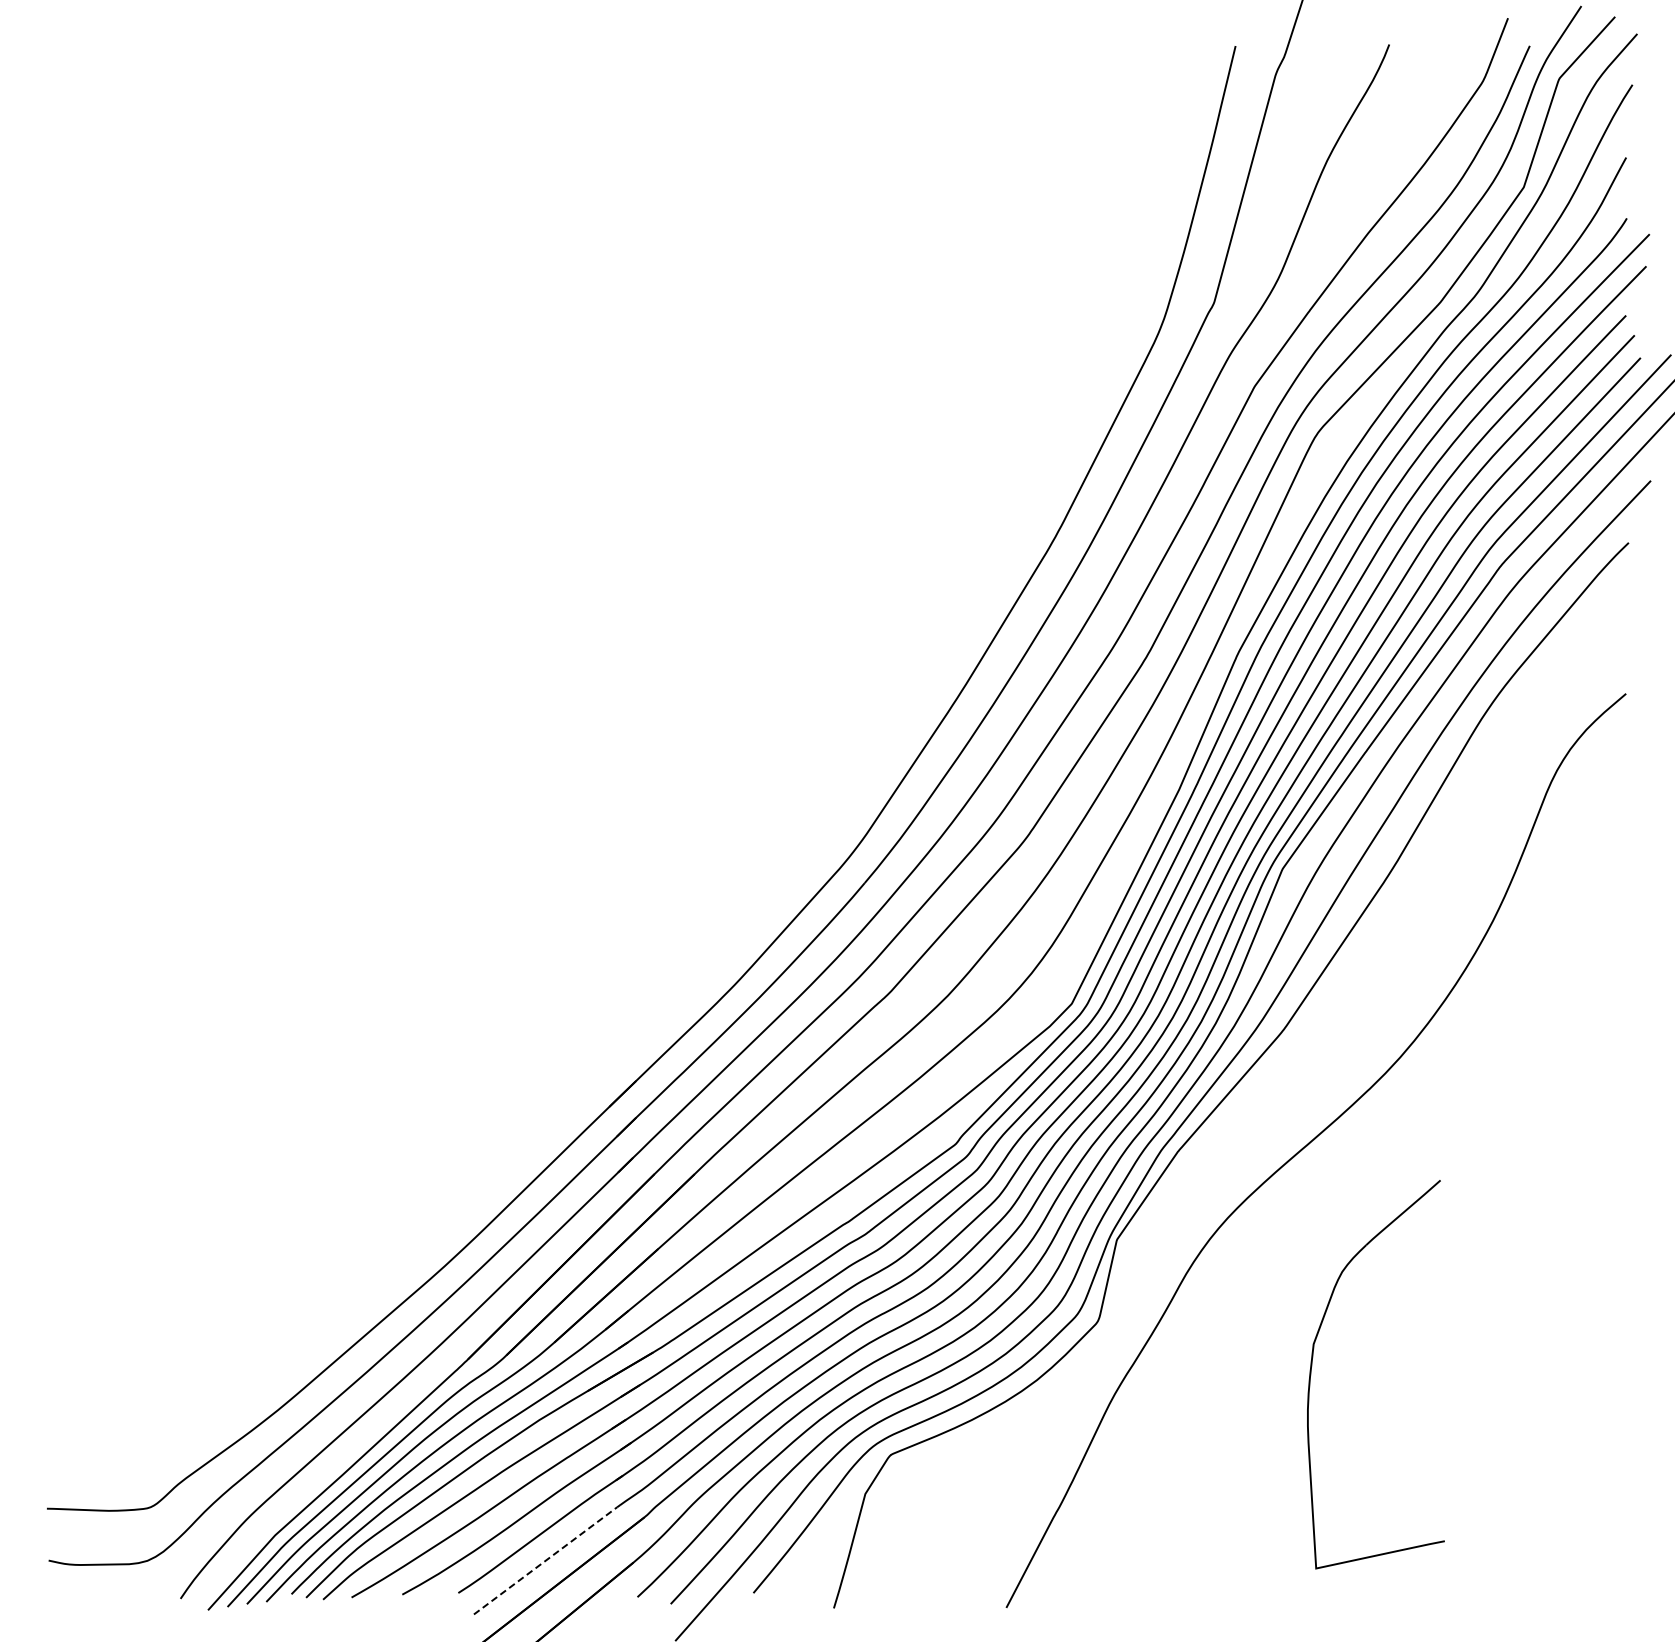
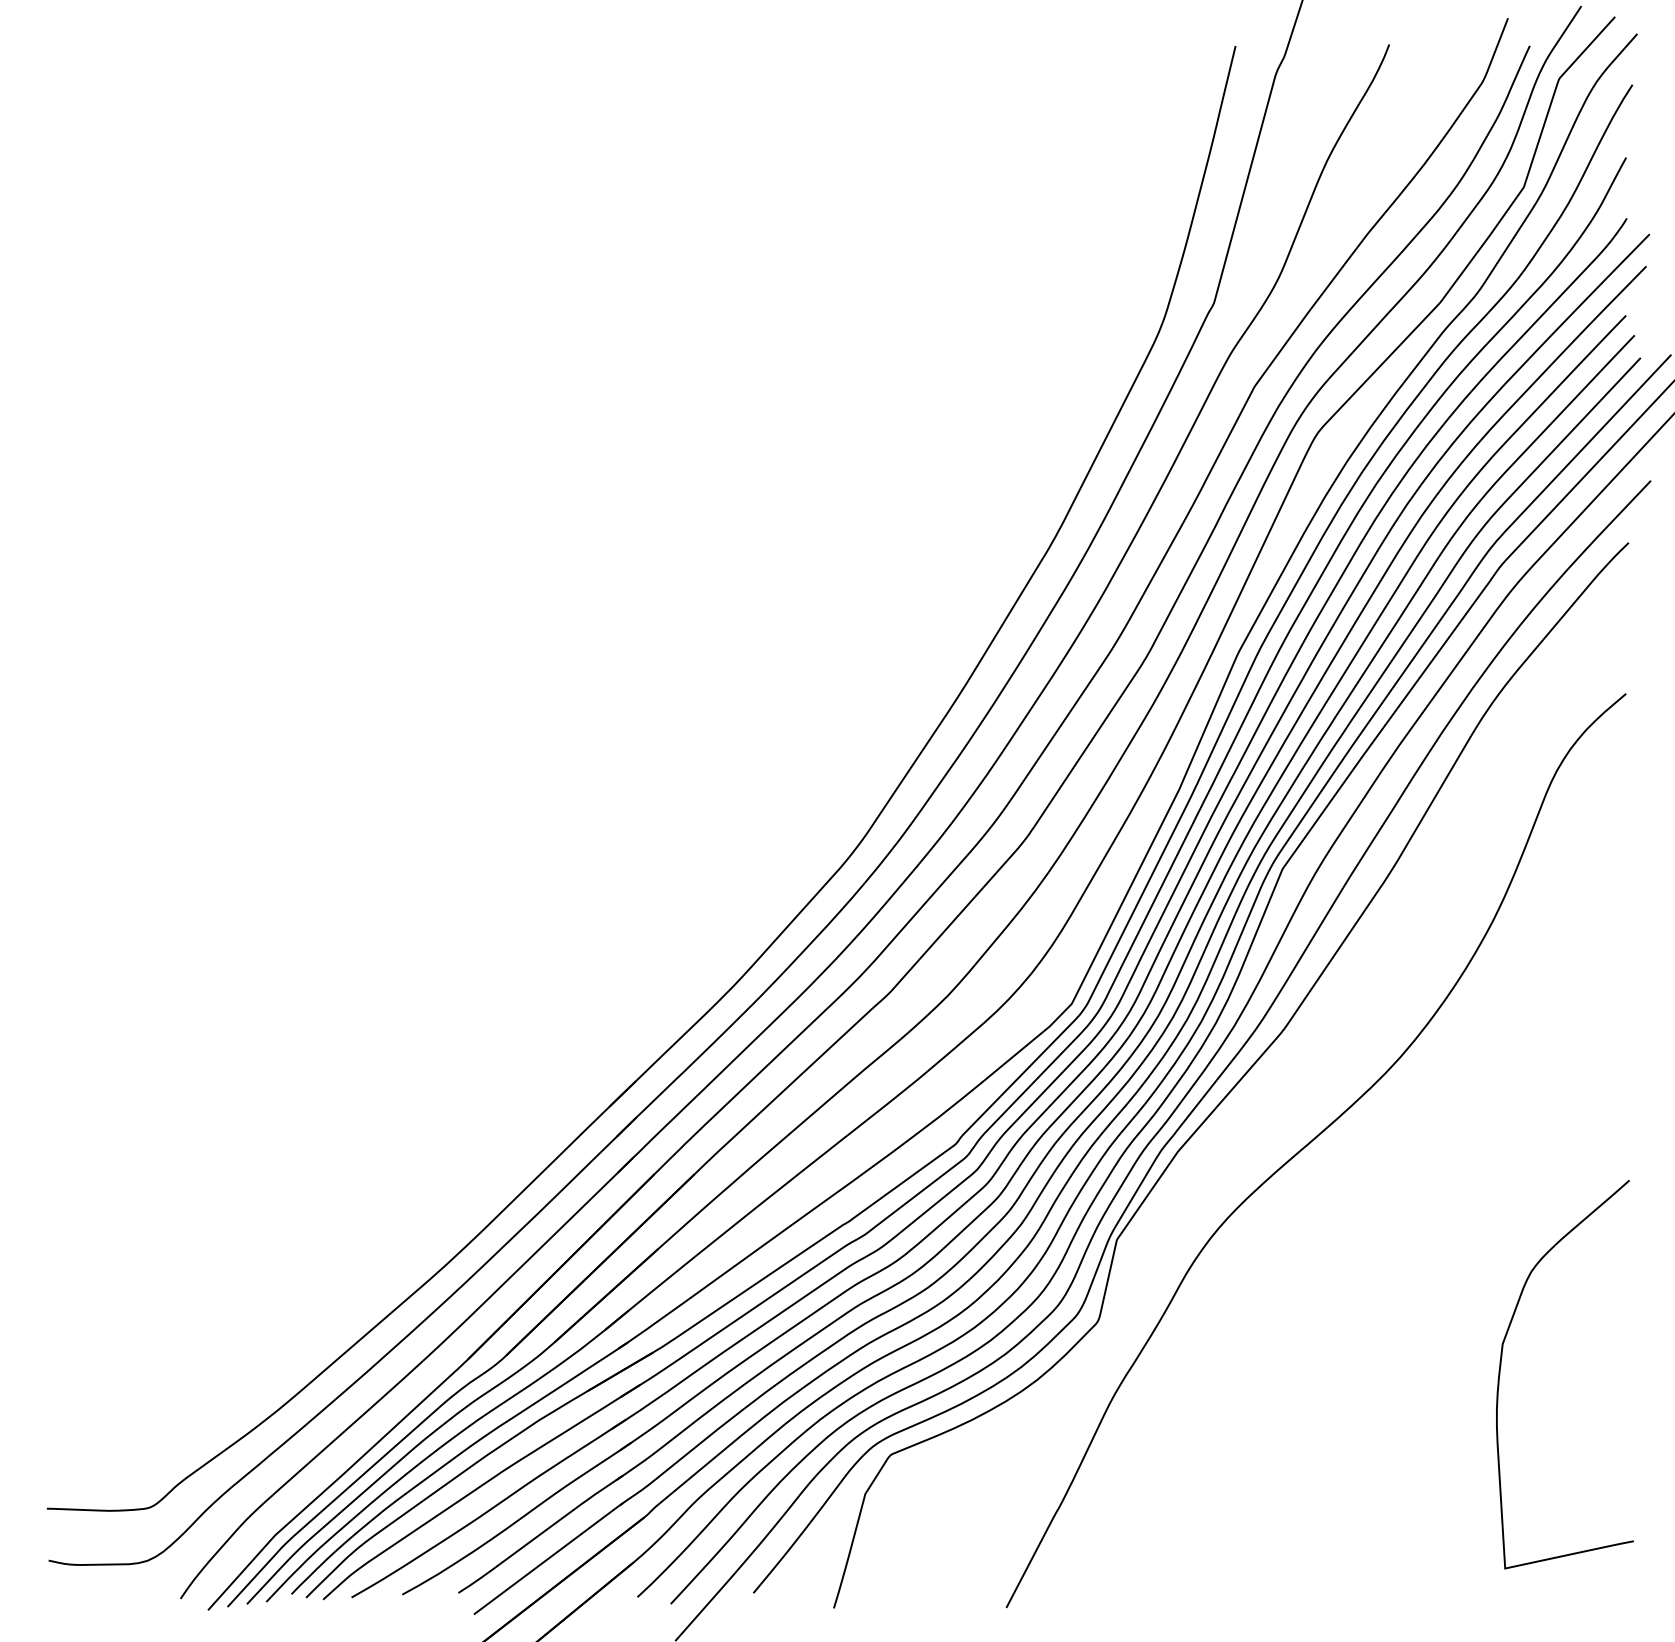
part at (1312, 1366) position: (1312, 1366) -> (1501, 1366)
line at (549, 1557): dashed -> solid
